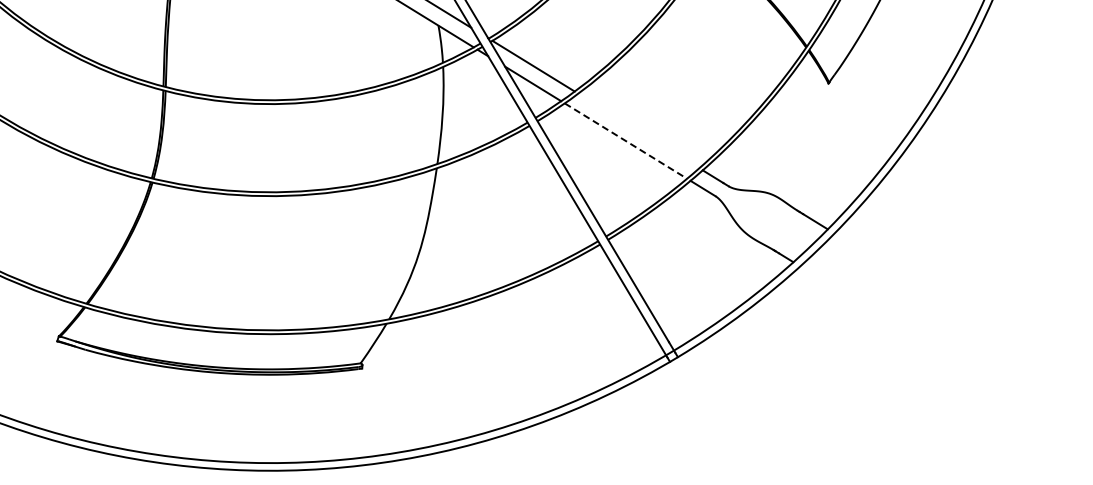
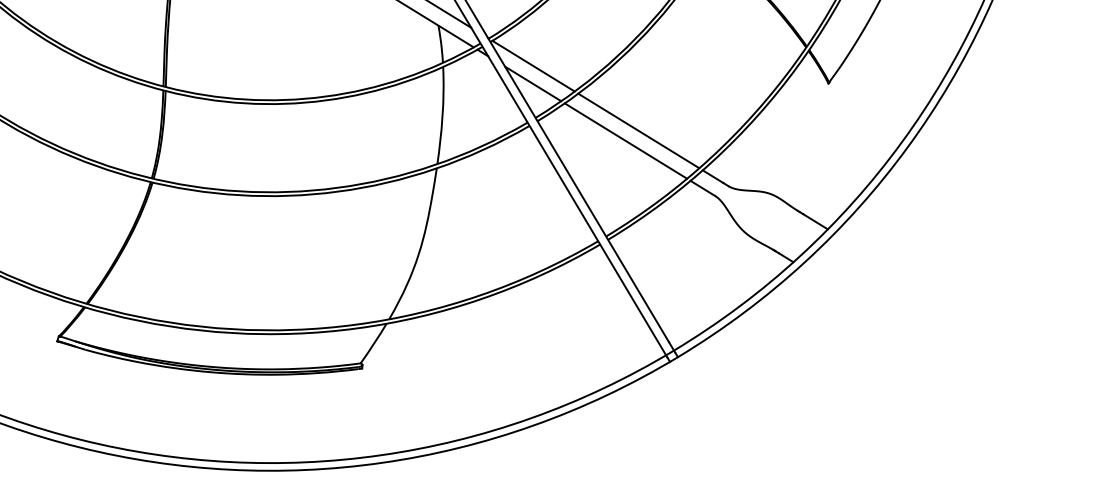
line at (638, 130): none -> present
line at (625, 141): dashed -> solid
